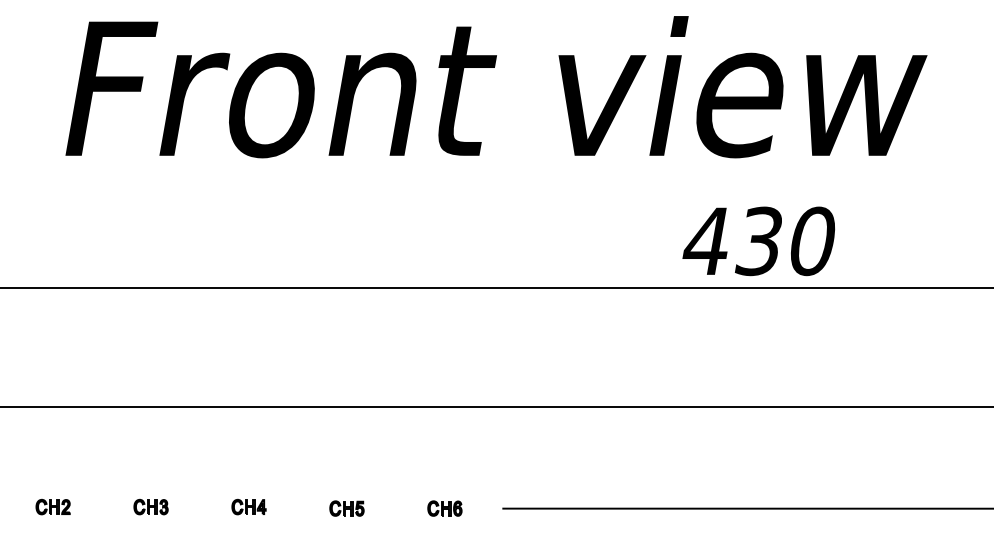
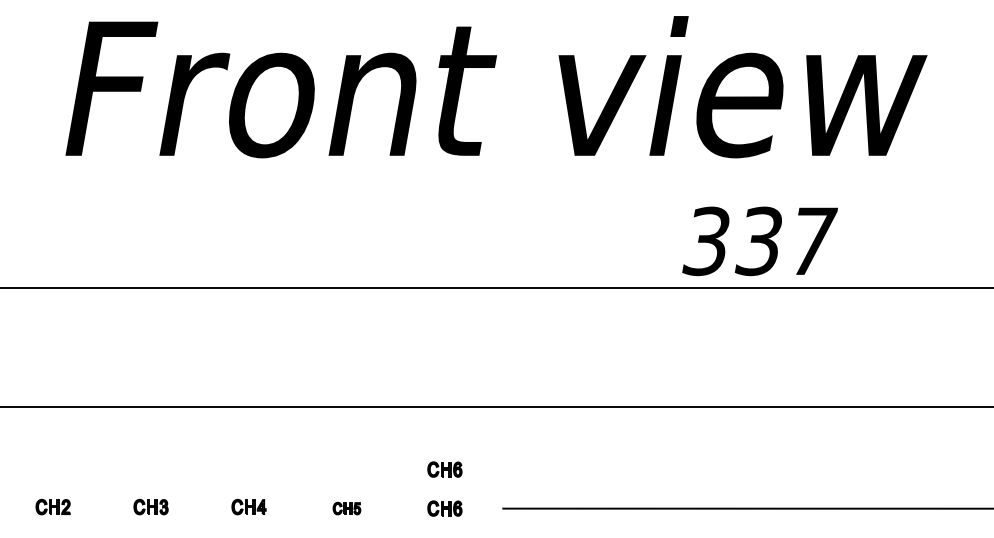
text at (759, 241): 430 -> 337
part at (444, 469): none -> present
part at (346, 508) size: 36x17 px -> 30x15 px
